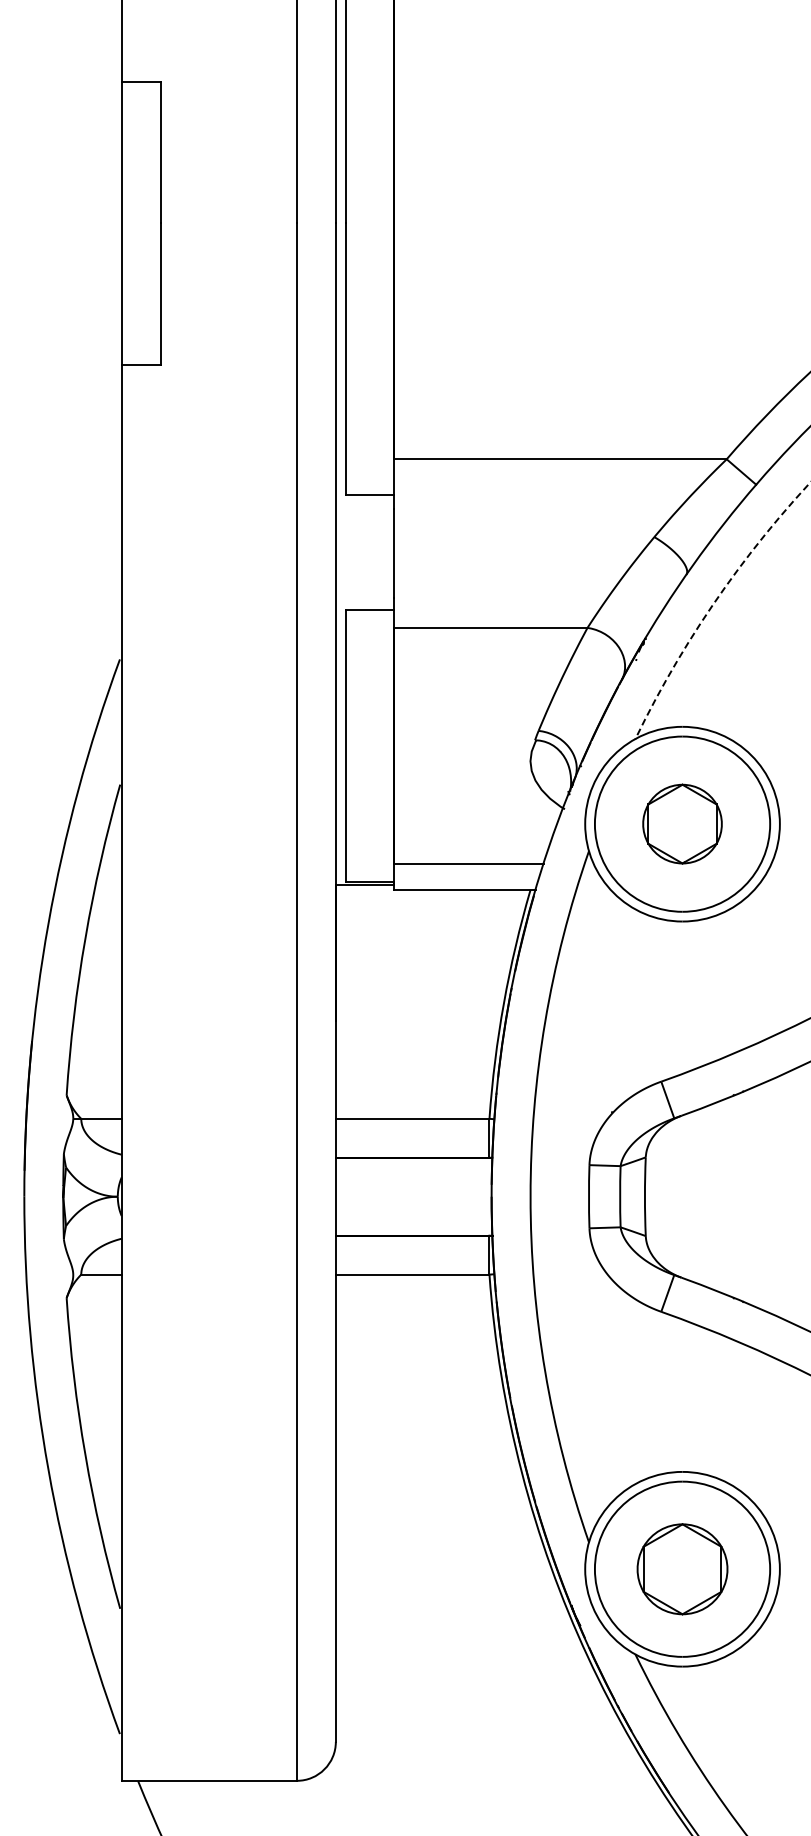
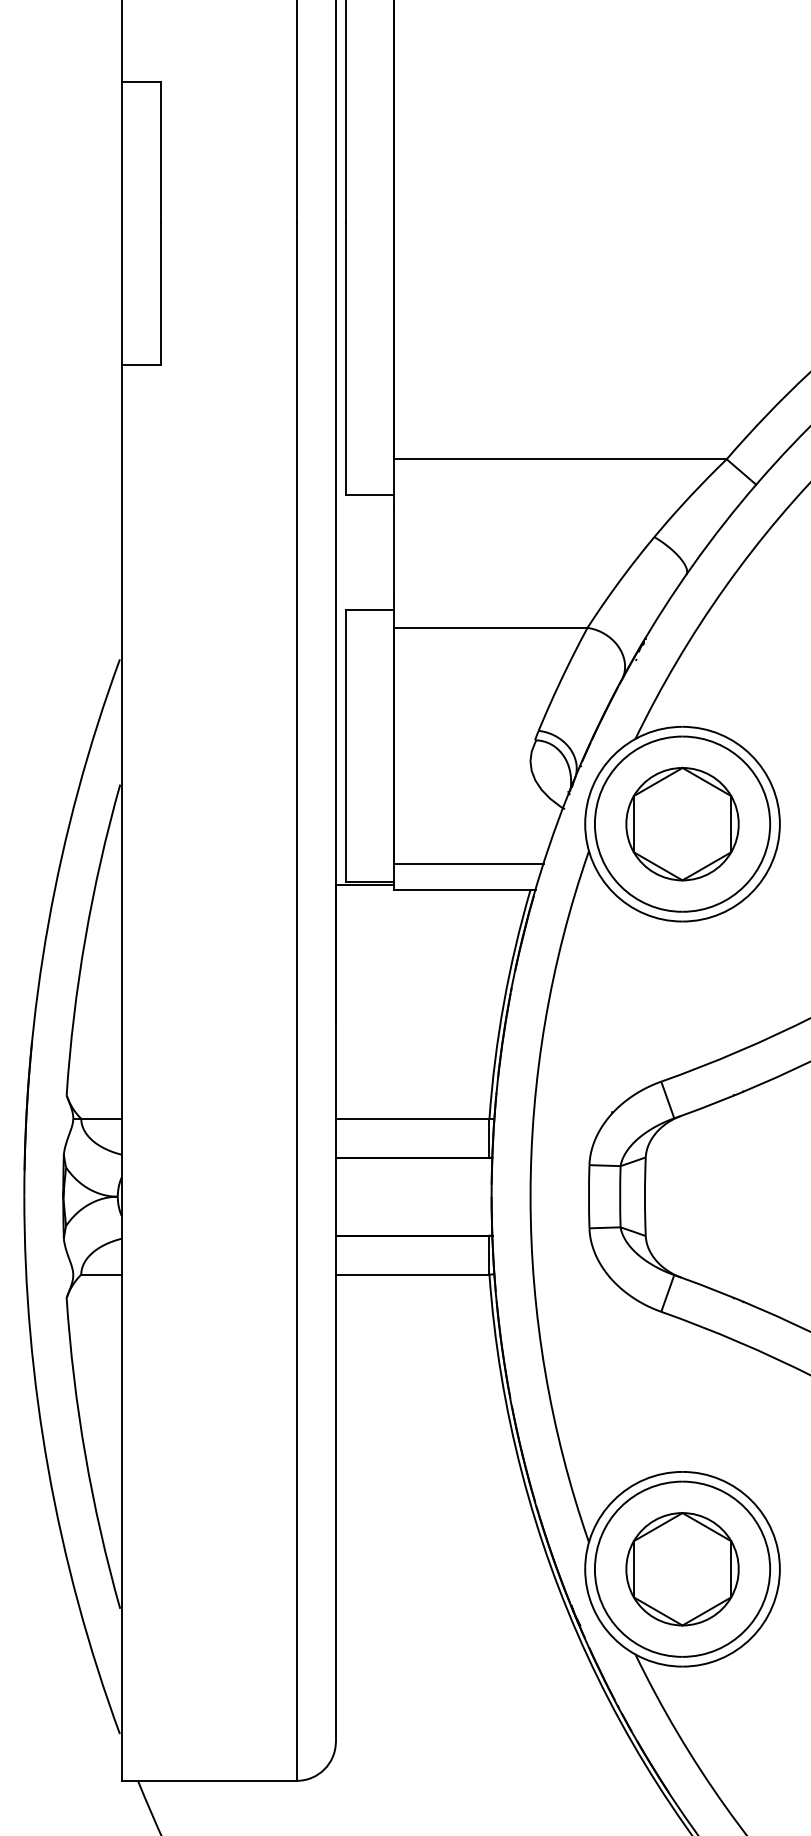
arc at (712, 605): dashed -> solid
part at (682, 823) size: 81x82 px -> 115x116 px
part at (682, 1569) size: 93x93 px -> 115x115 px
